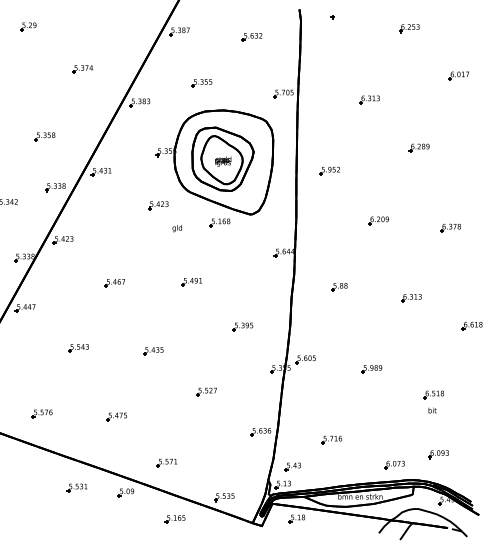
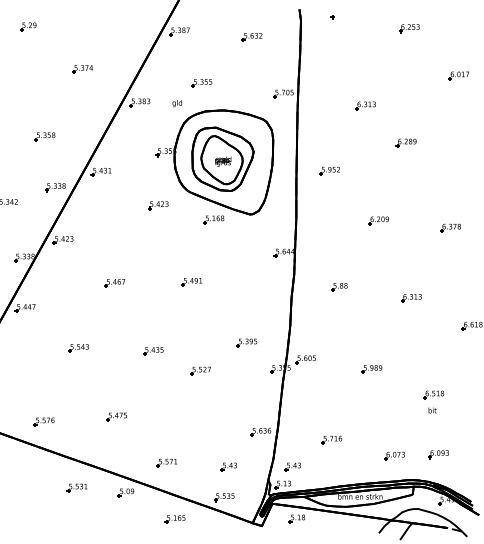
part at (369, 99) position: (369, 99) -> (365, 105)
part at (418, 147) position: (418, 147) -> (405, 142)
part at (219, 222) position: (219, 222) -> (213, 219)
text at (176, 228) position: (176, 228) -> (176, 103)
part at (242, 326) position: (242, 326) -> (246, 342)
part at (206, 391) position: (206, 391) -> (200, 370)
part at (41, 413) position: (41, 413) -> (43, 421)
part at (394, 464) position: (394, 464) -> (394, 455)
part at (228, 466): none -> present
